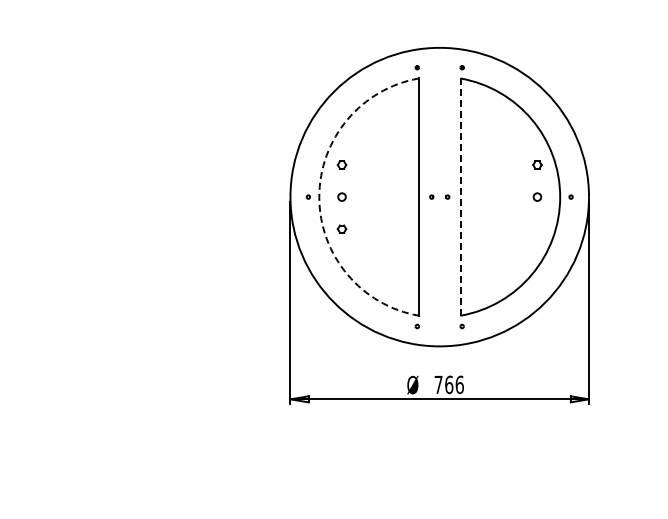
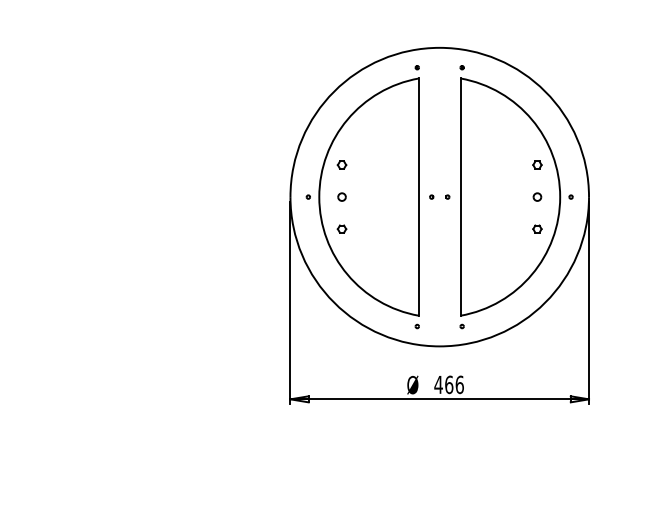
arc at (319, 197): dashed -> solid
line at (460, 197): dashed -> solid
part at (537, 228): none -> present
text at (438, 384): 766 -> 466
